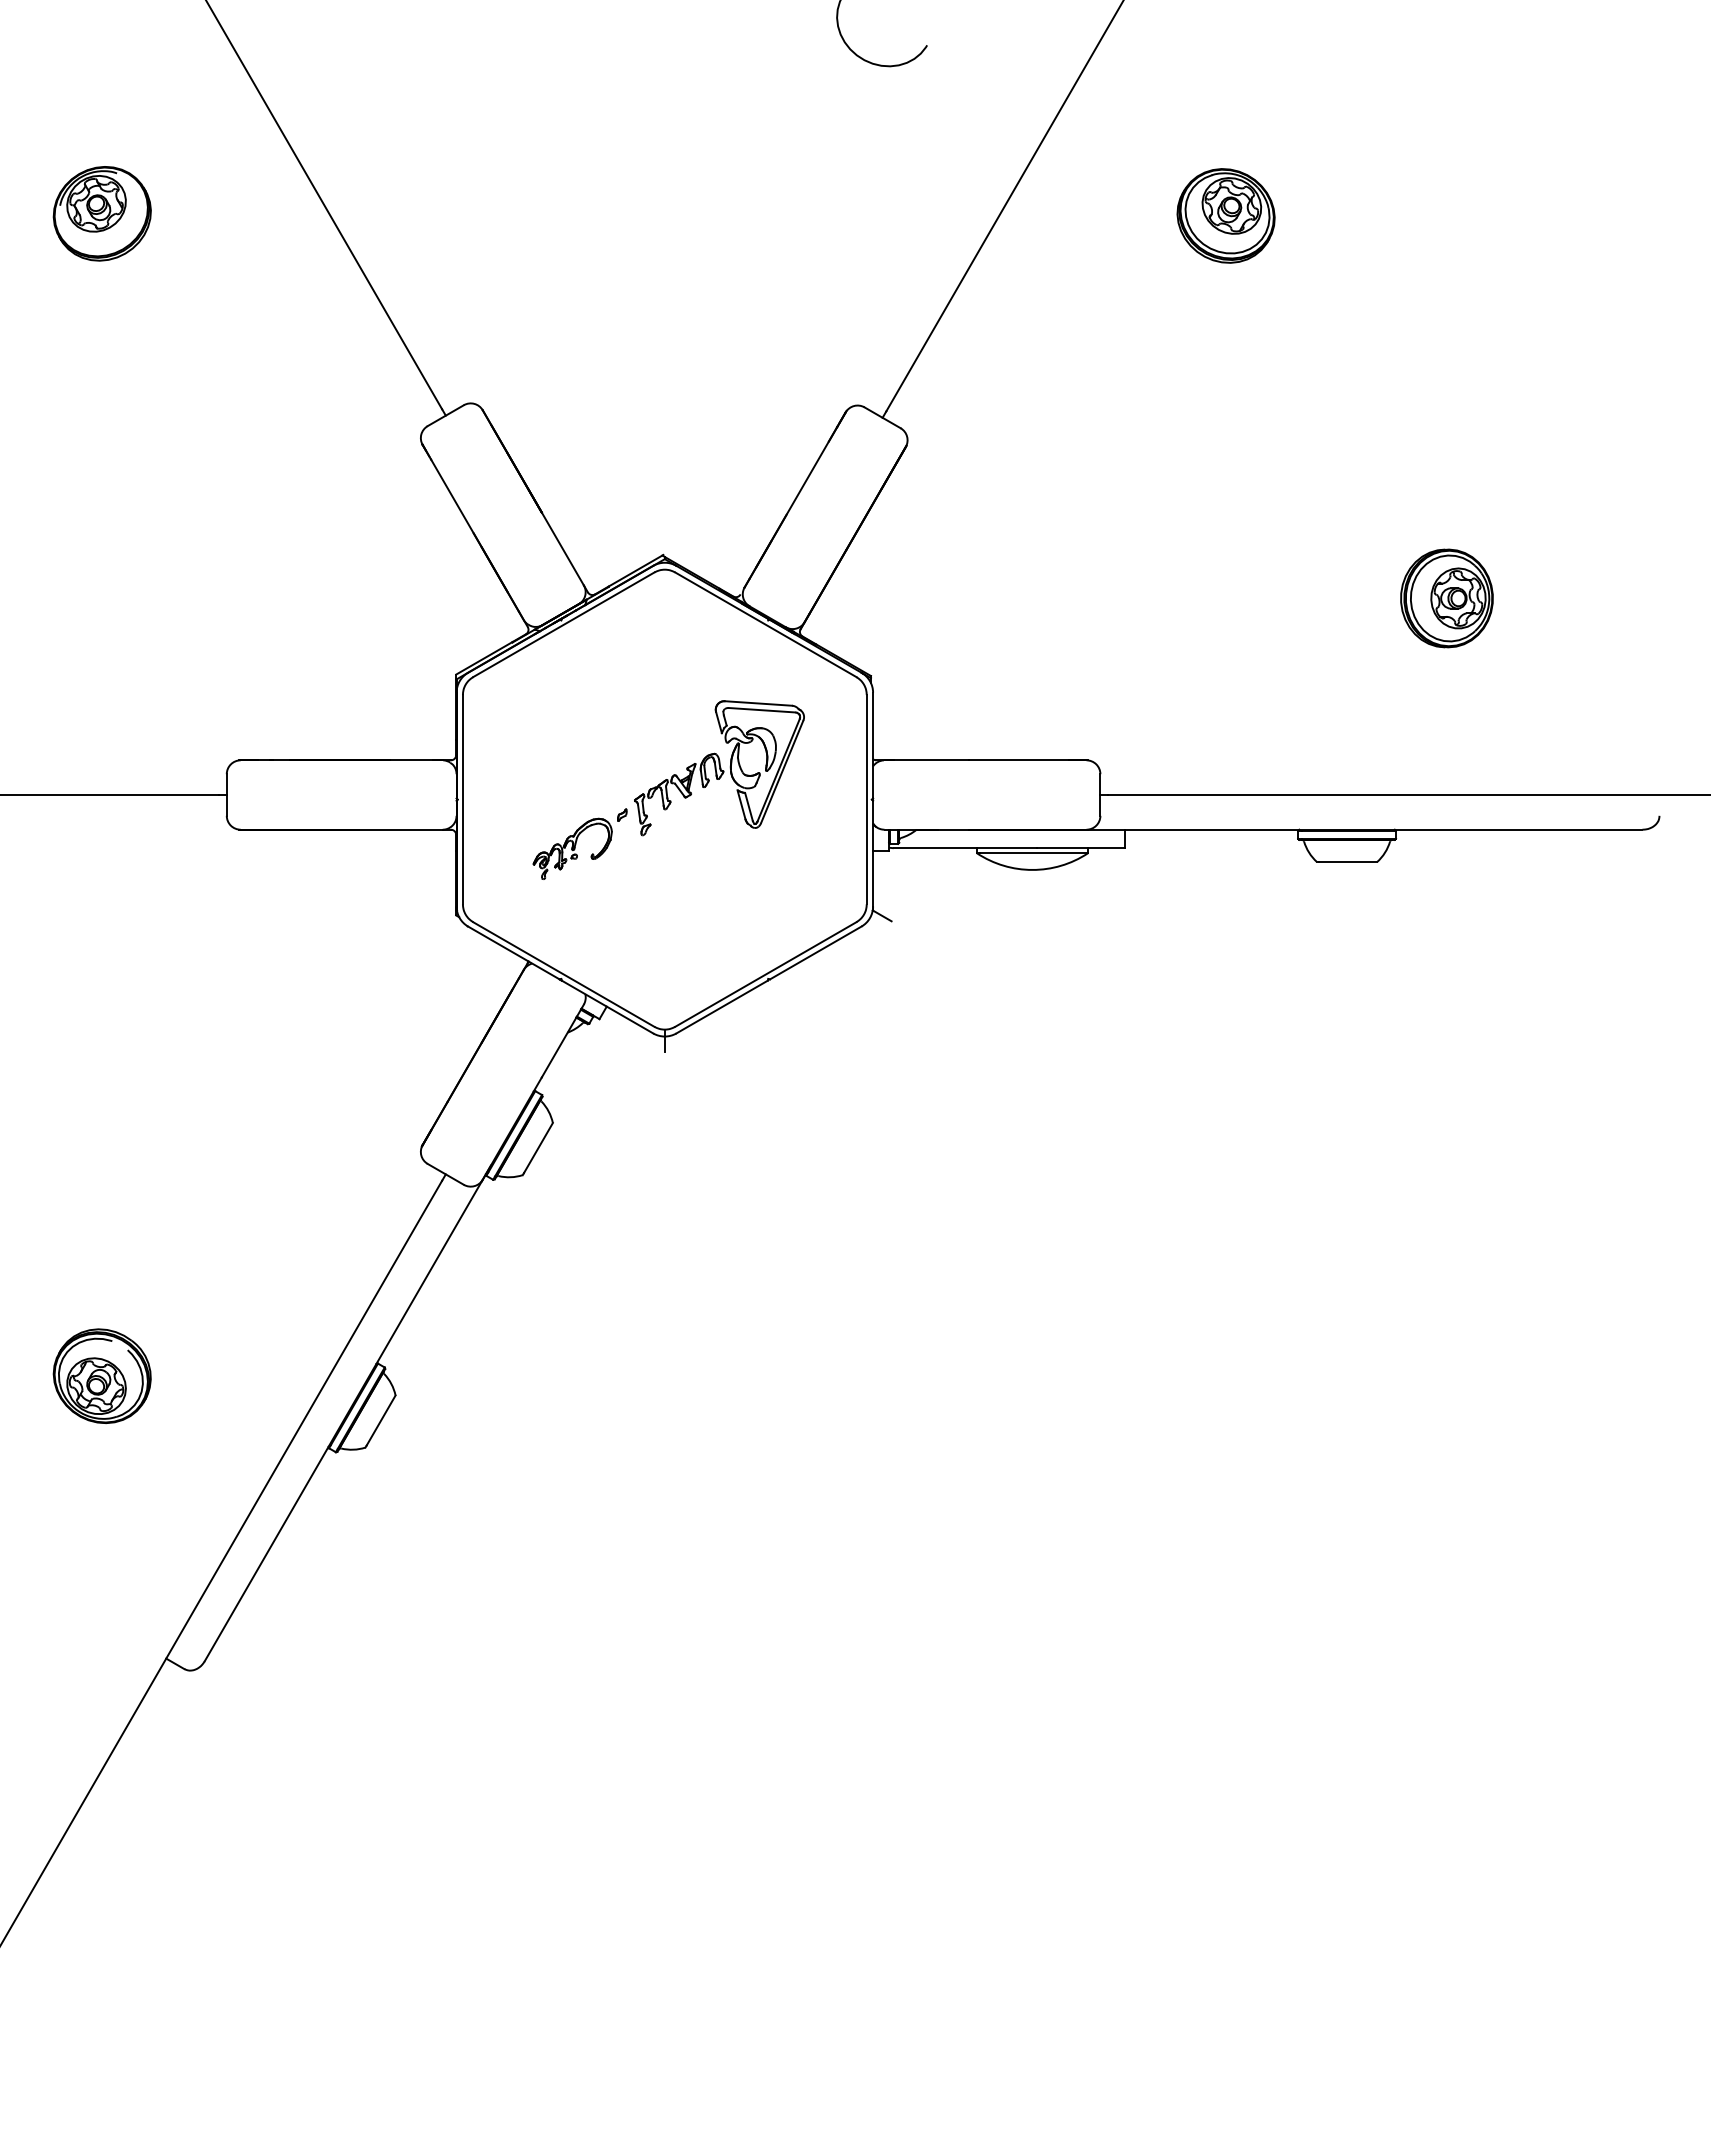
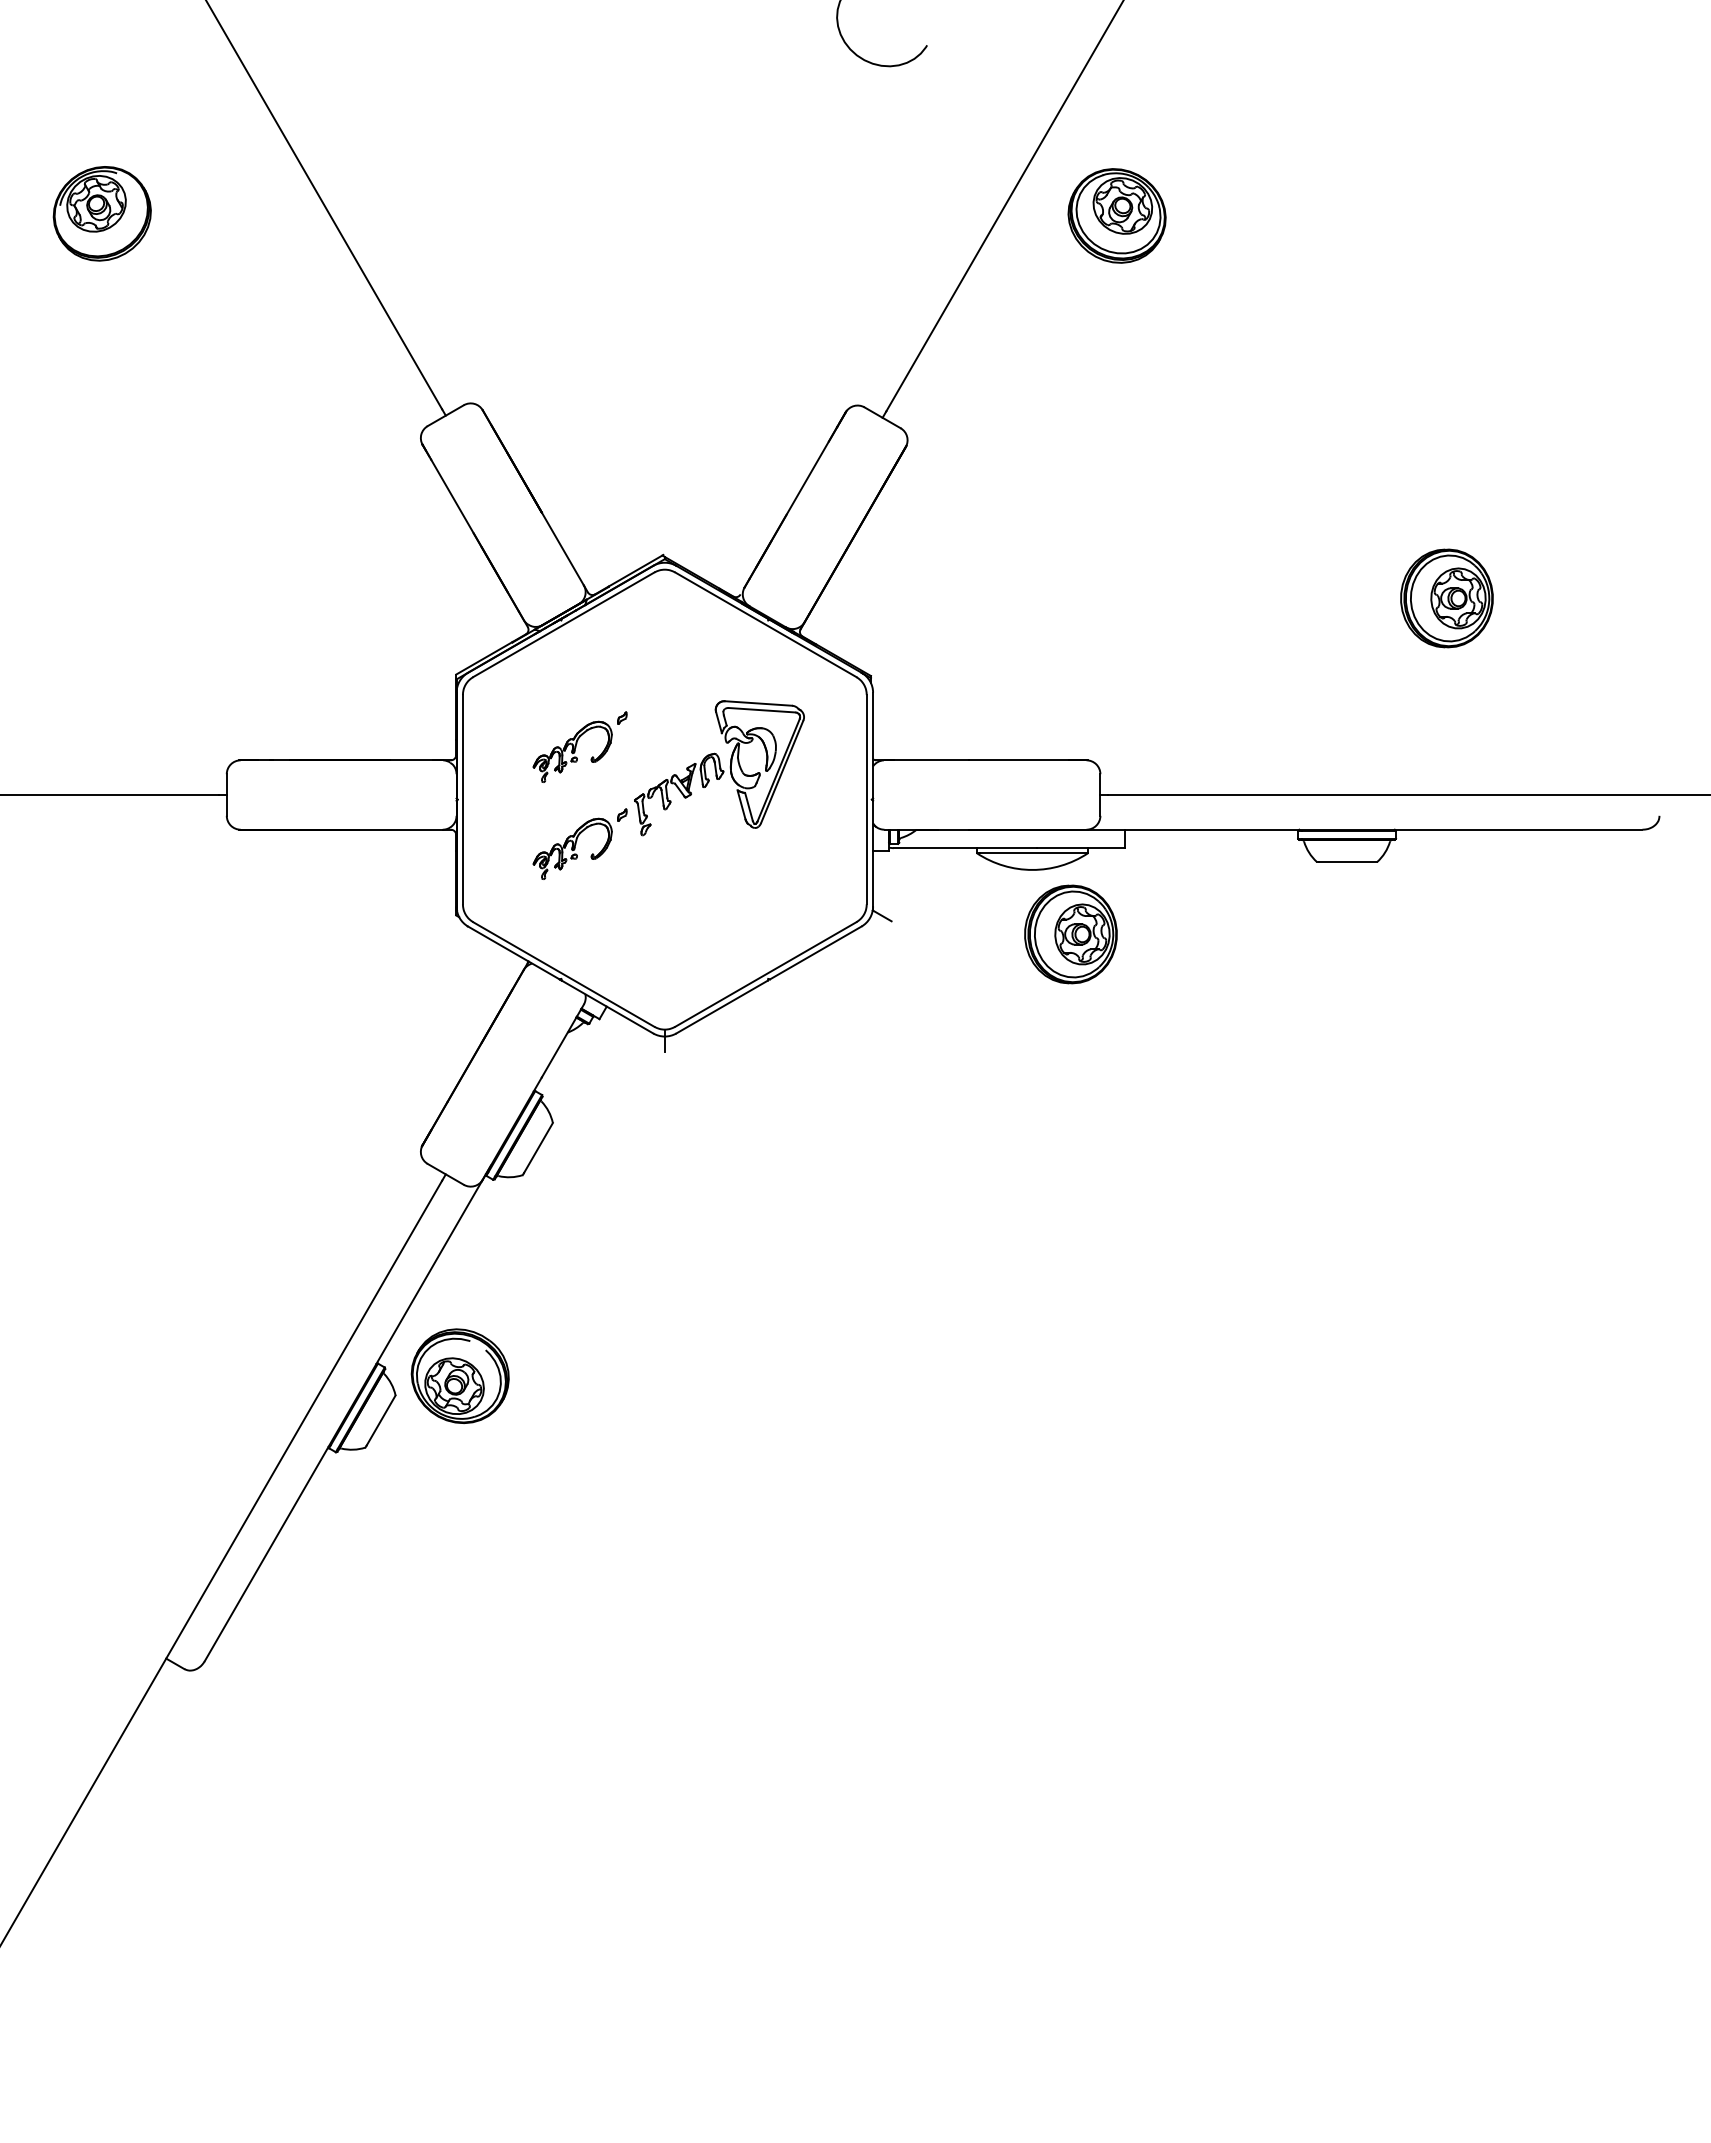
part at (1225, 215) position: (1225, 215) -> (1116, 215)
part at (579, 746): none -> present
part at (1070, 934): none -> present
part at (101, 1375) position: (101, 1375) -> (459, 1375)
